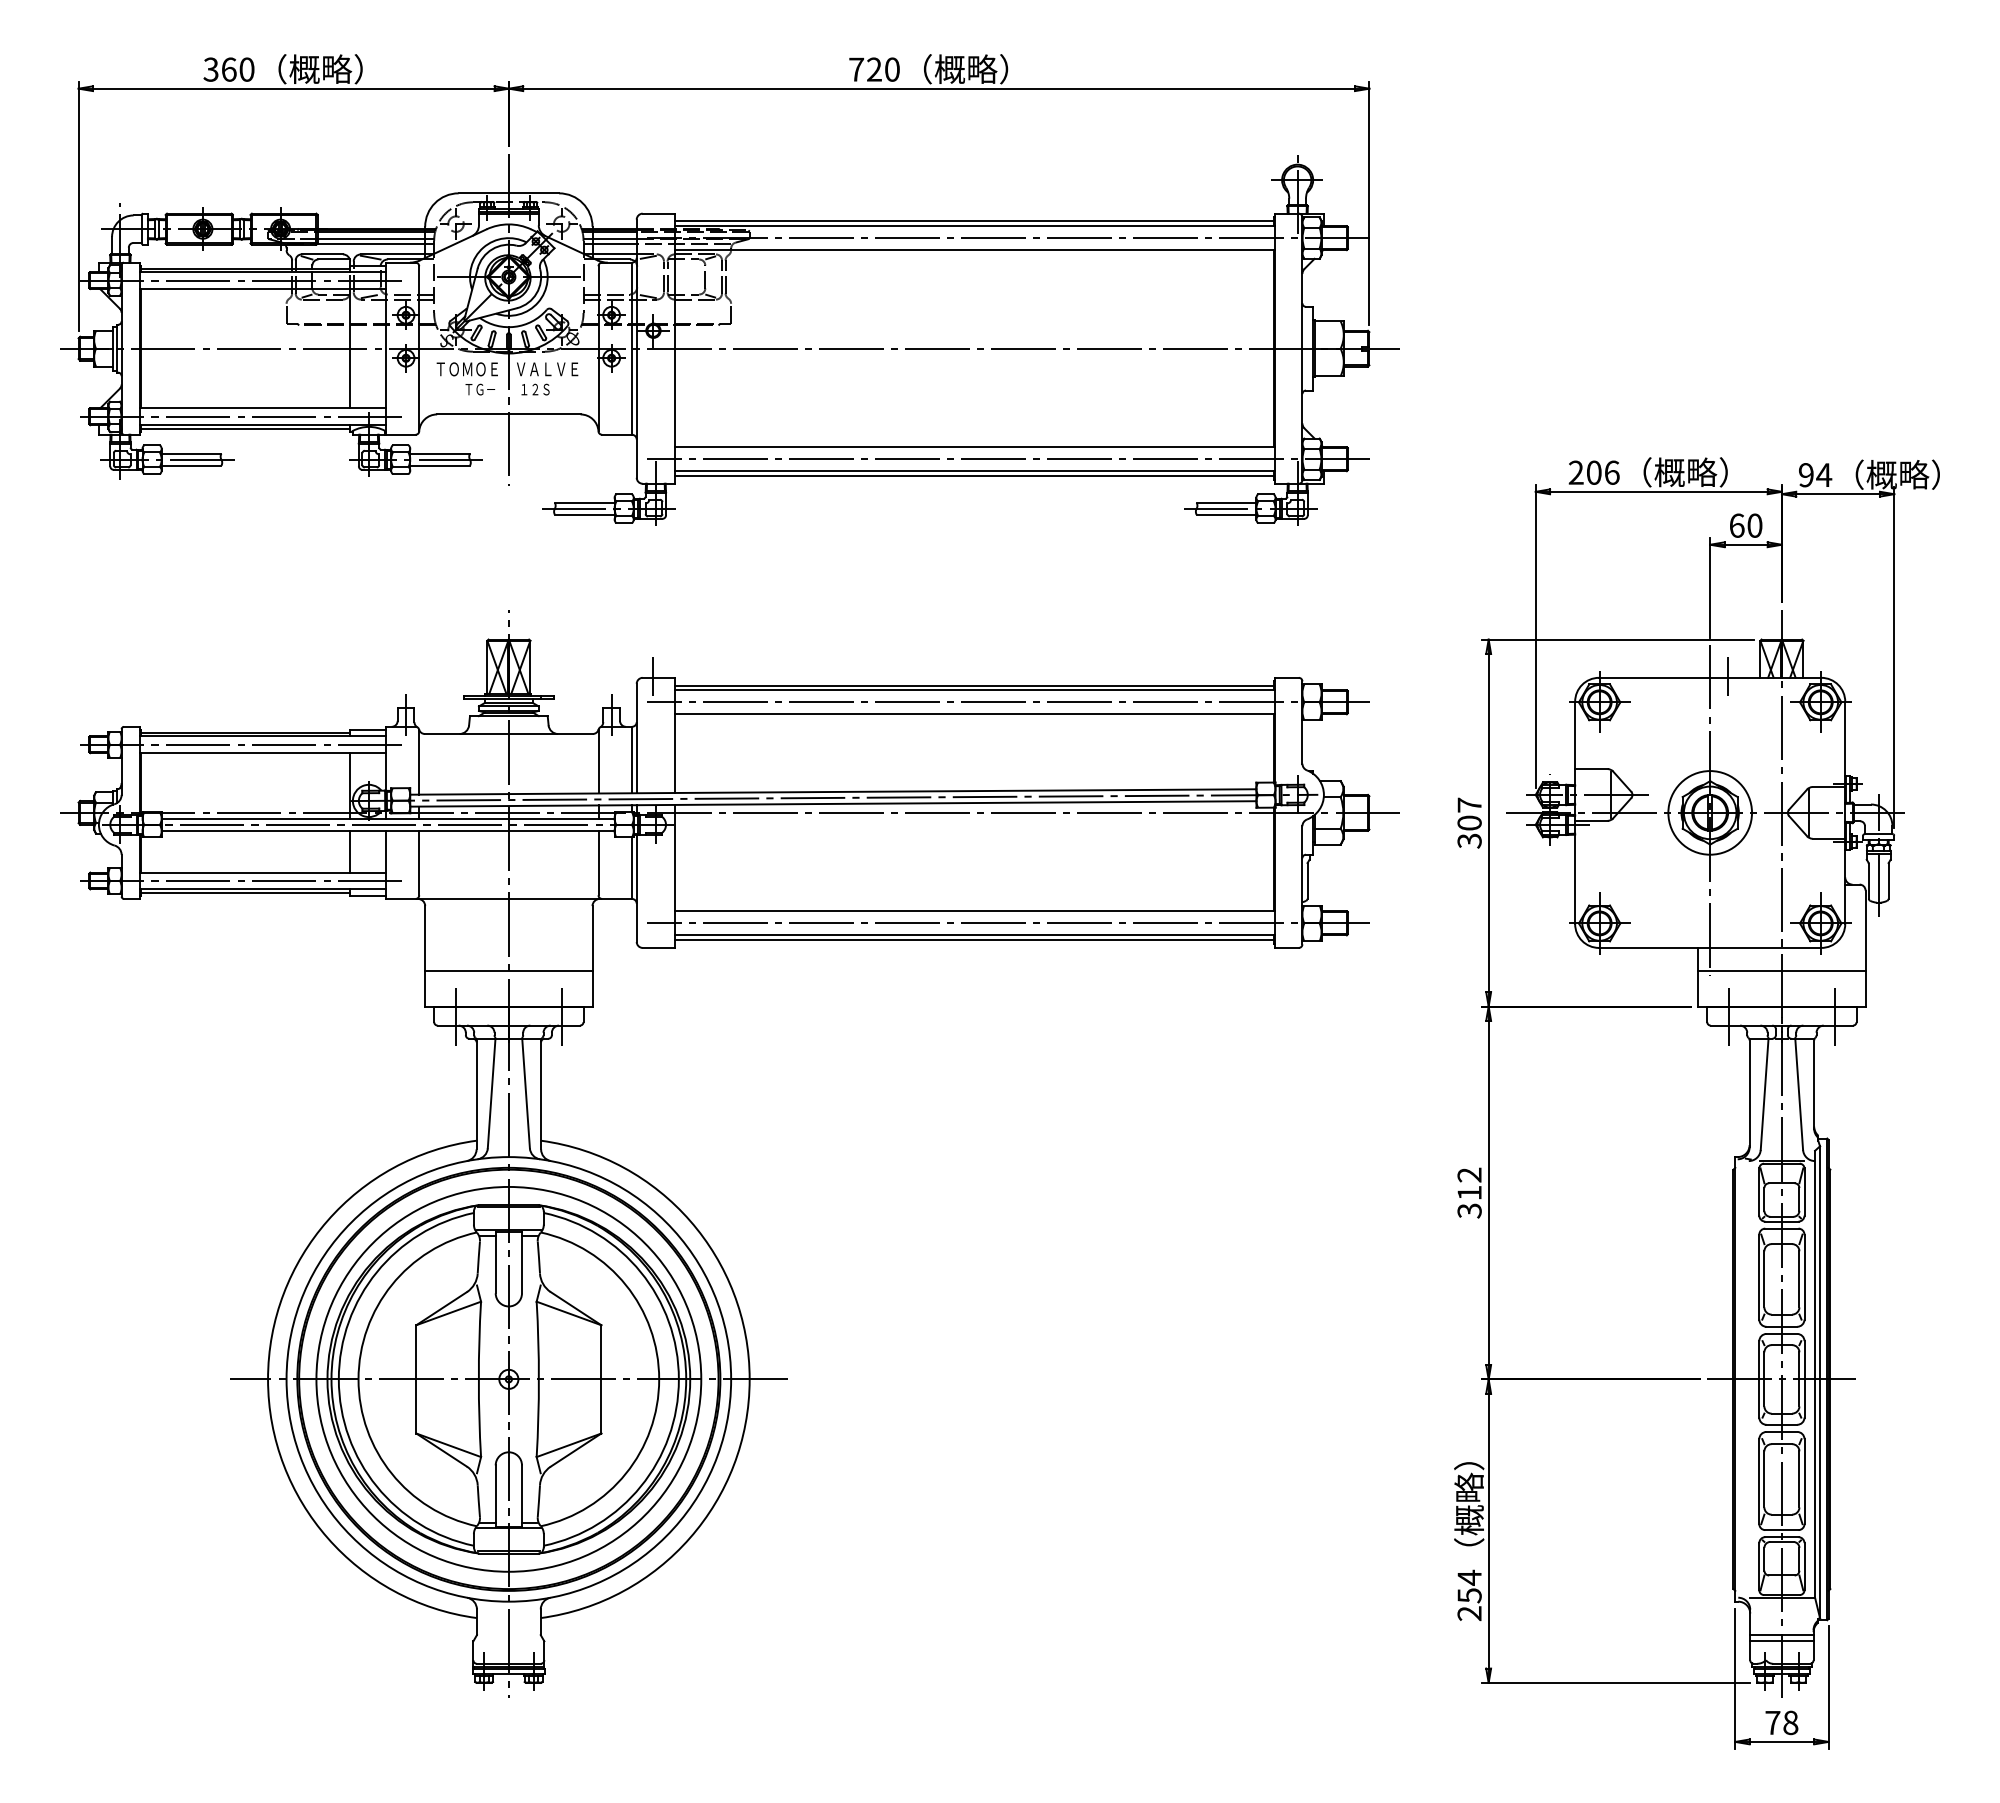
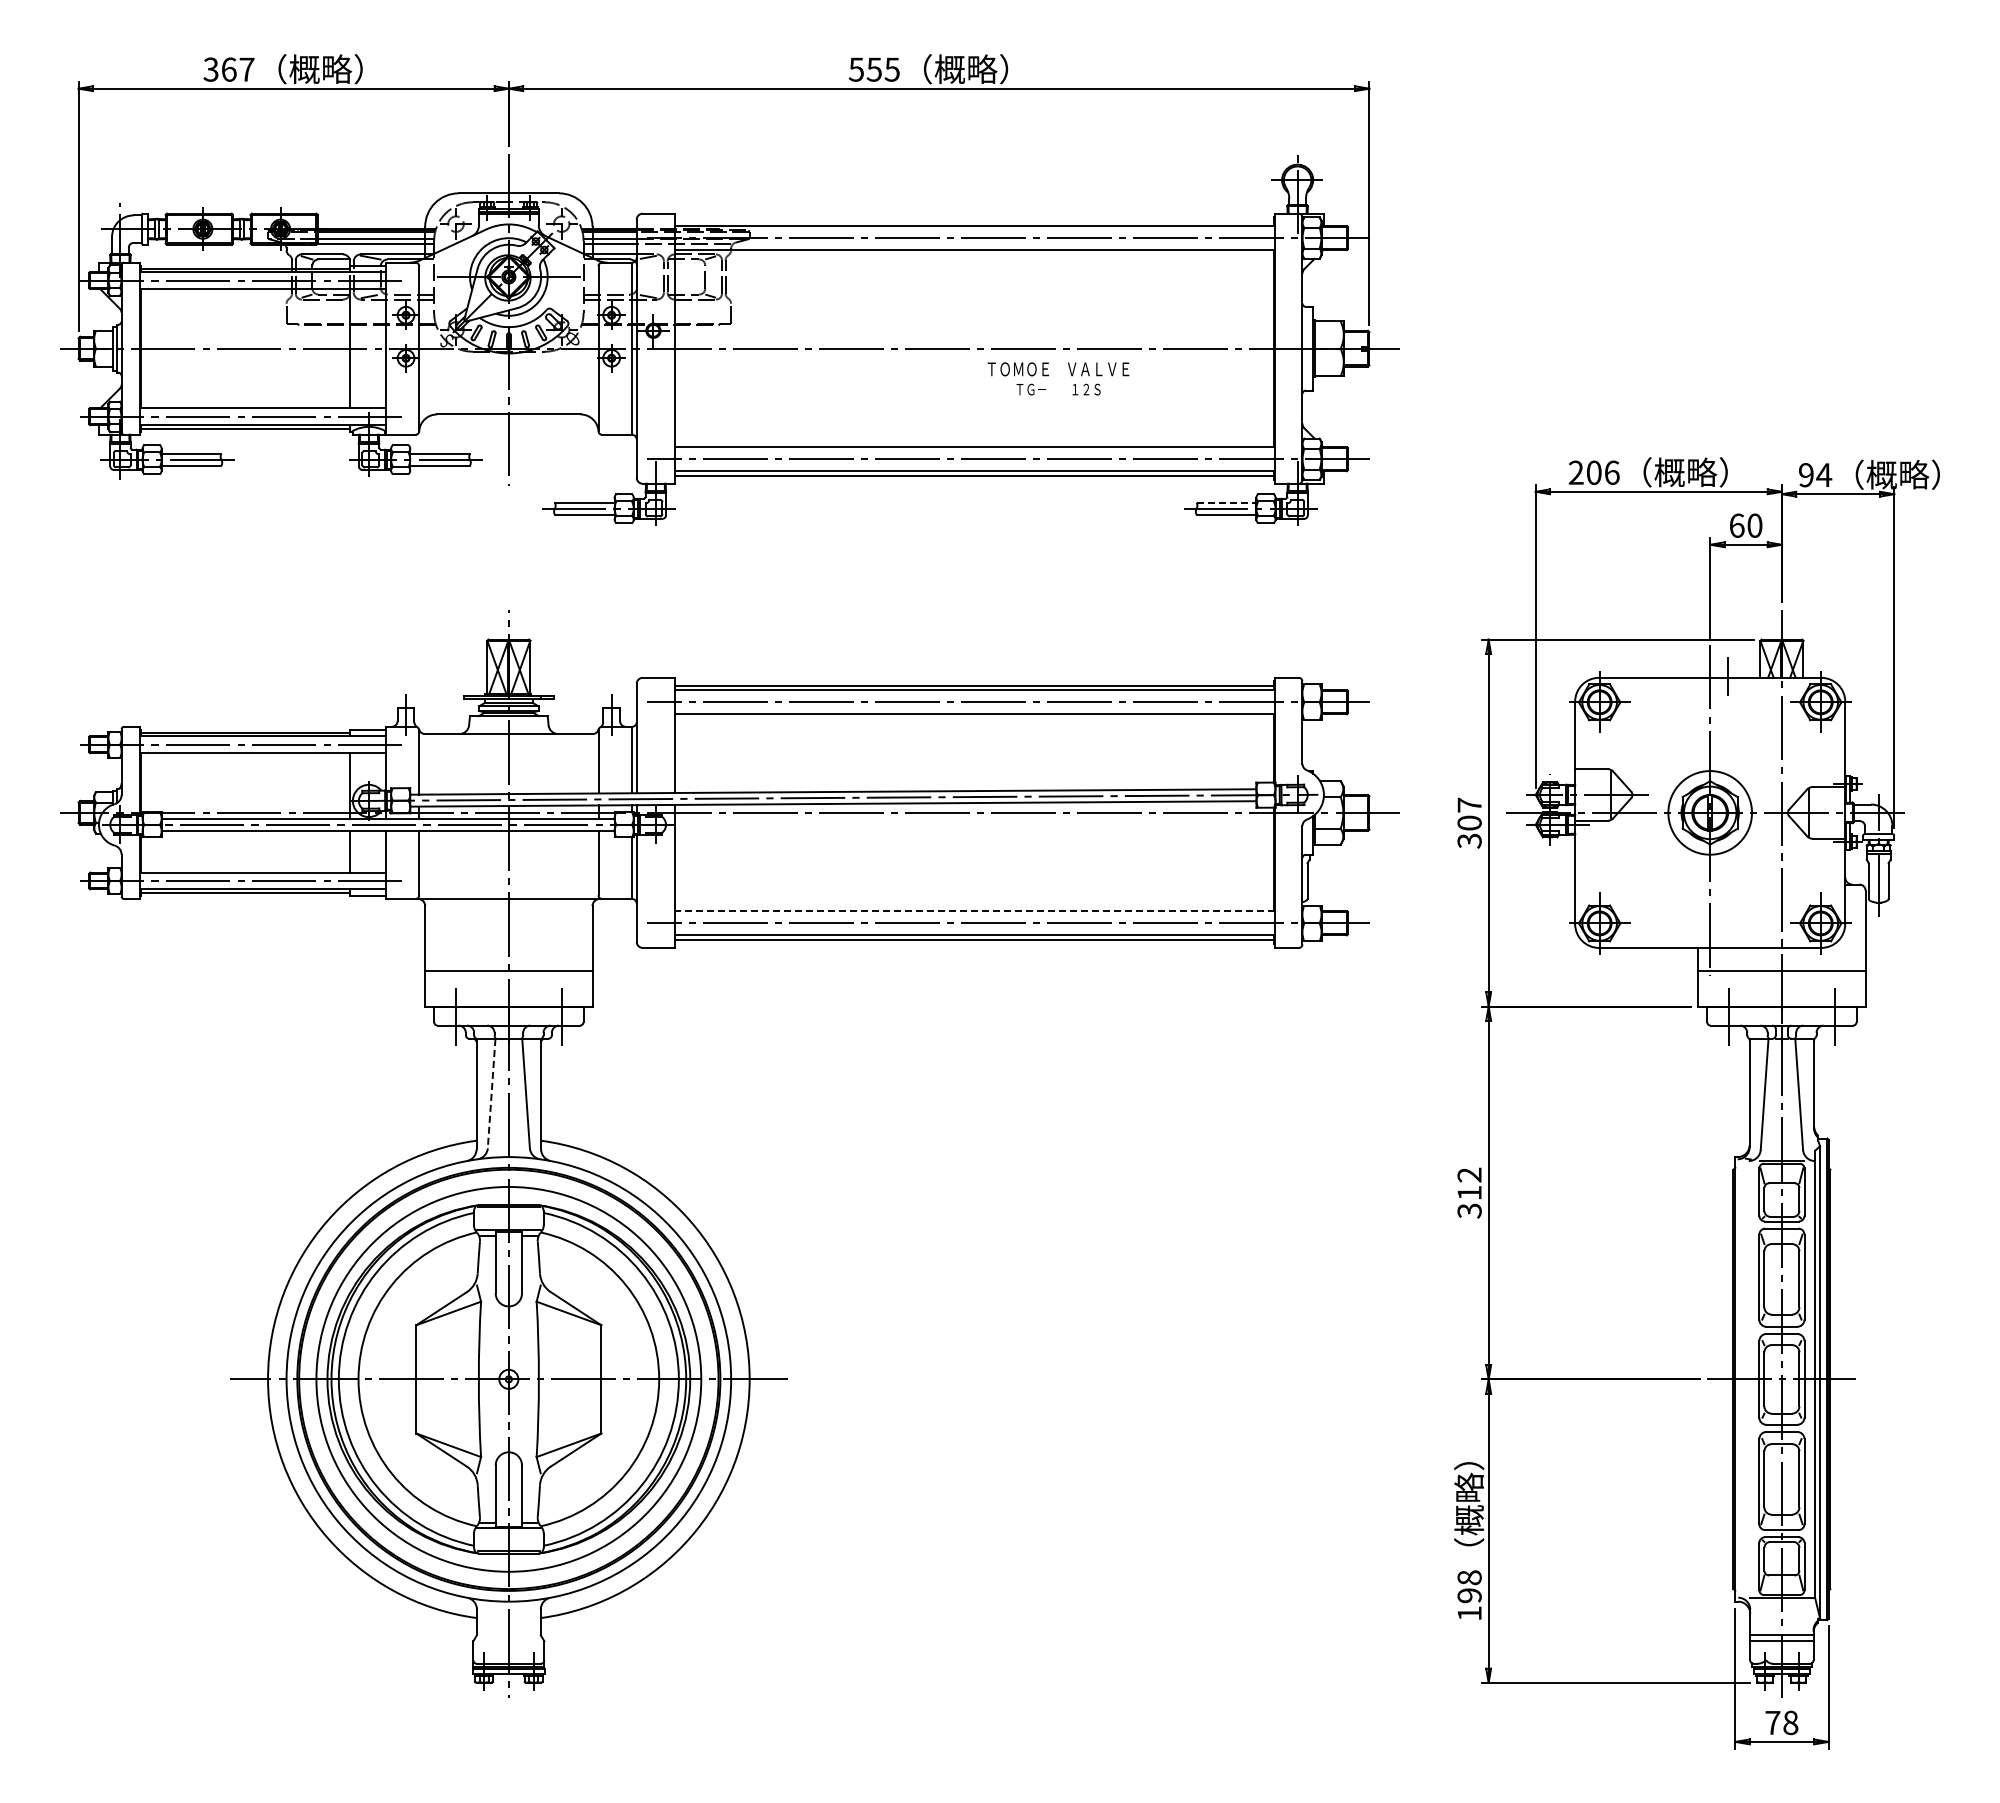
text at (246, 69): 360 -> 367
text at (873, 69): 720 -> 555
line at (973, 221): present -> none
text at (507, 378) position: (507, 378) -> (1058, 378)
line at (1226, 502): solid -> dashed
line at (653, 676): present -> none
line at (974, 911): solid -> dashed
line at (491, 1093): solid -> dashed
text at (1469, 1595): 254 -> 198
